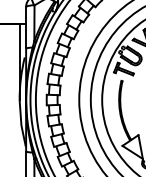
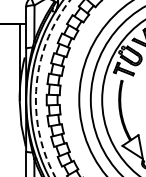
circle at (52, 88): solid -> dashed
